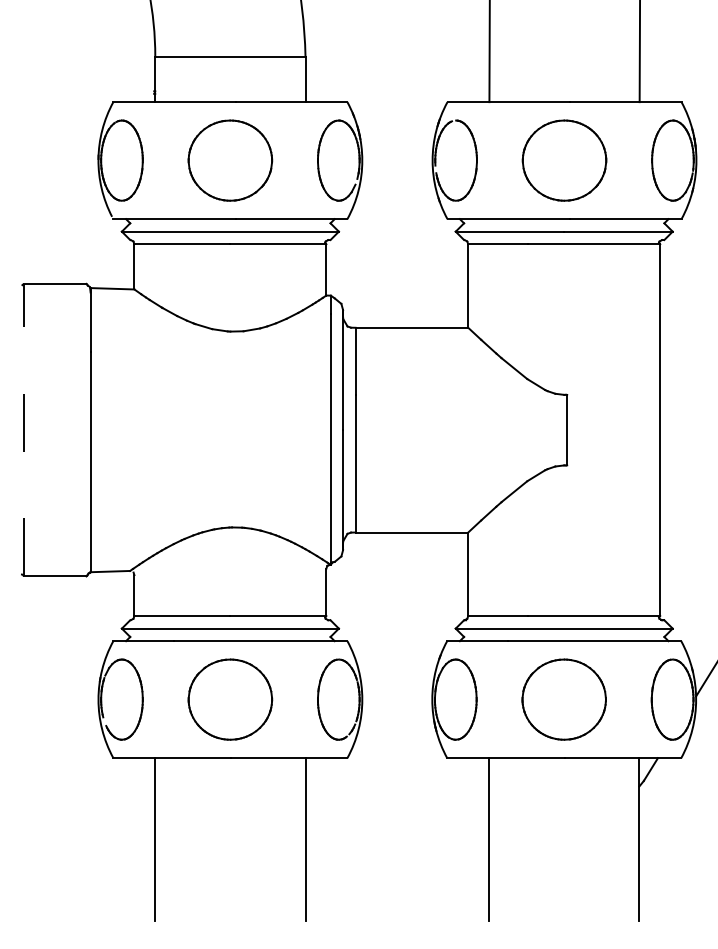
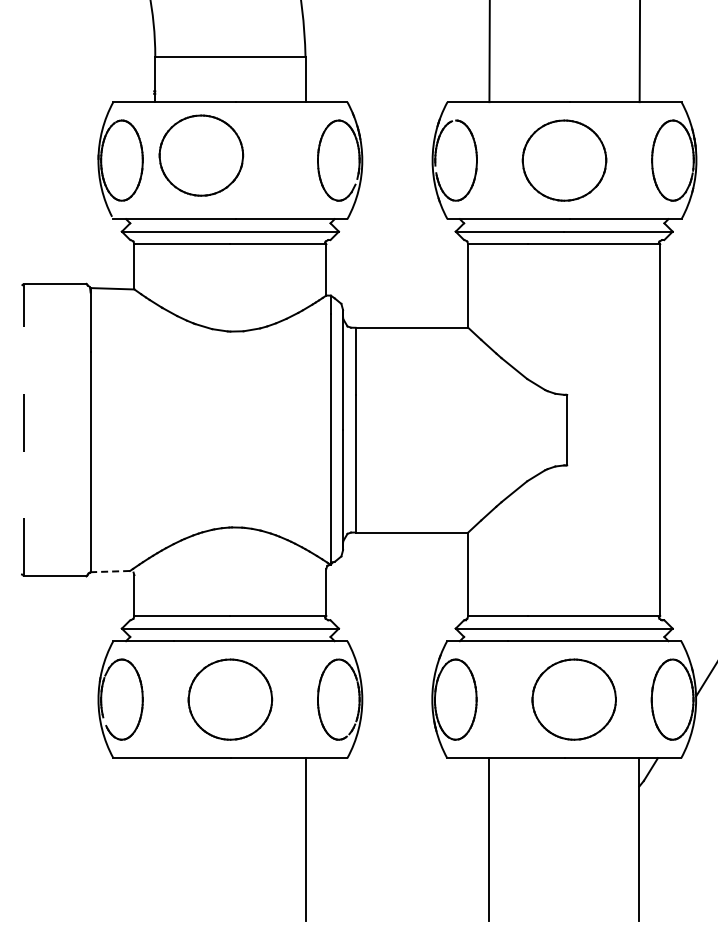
part at (230, 160) position: (230, 160) -> (201, 155)
line at (110, 571): solid -> dashed
part at (563, 699) position: (563, 699) -> (573, 699)
line at (155, 839): present -> none
